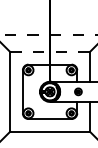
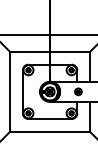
line at (49, 35): dashed -> solid
line at (50, 52): dashed -> solid
